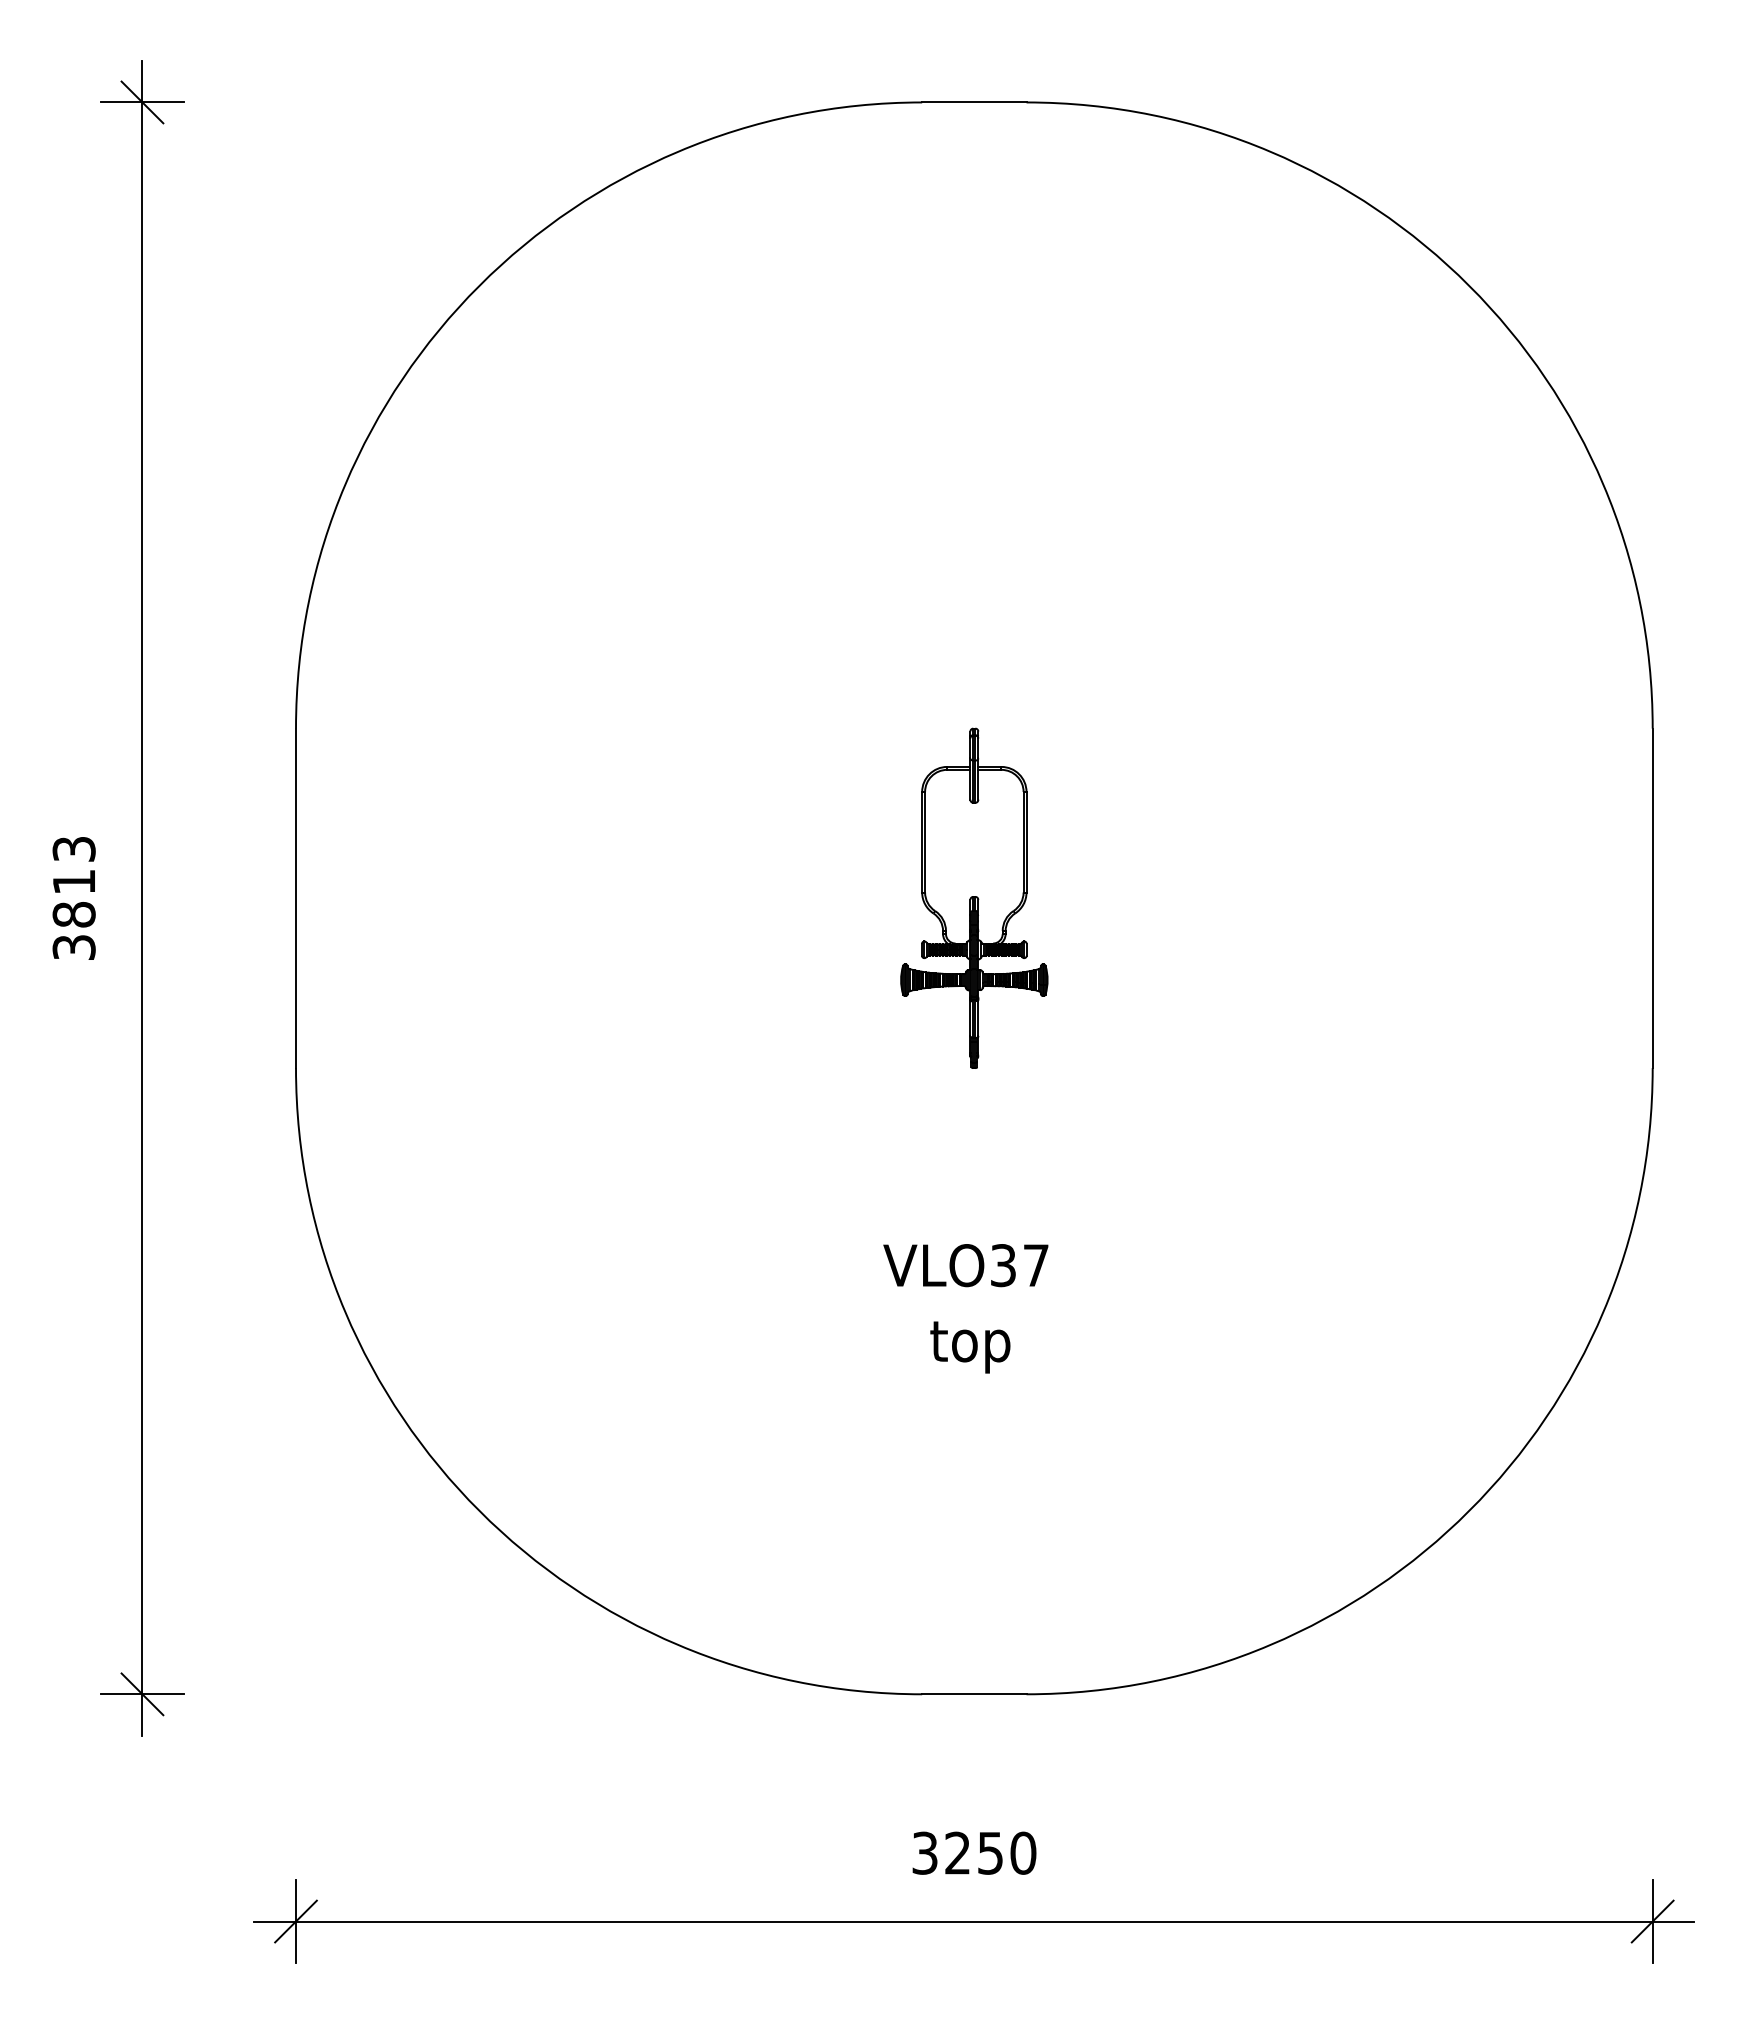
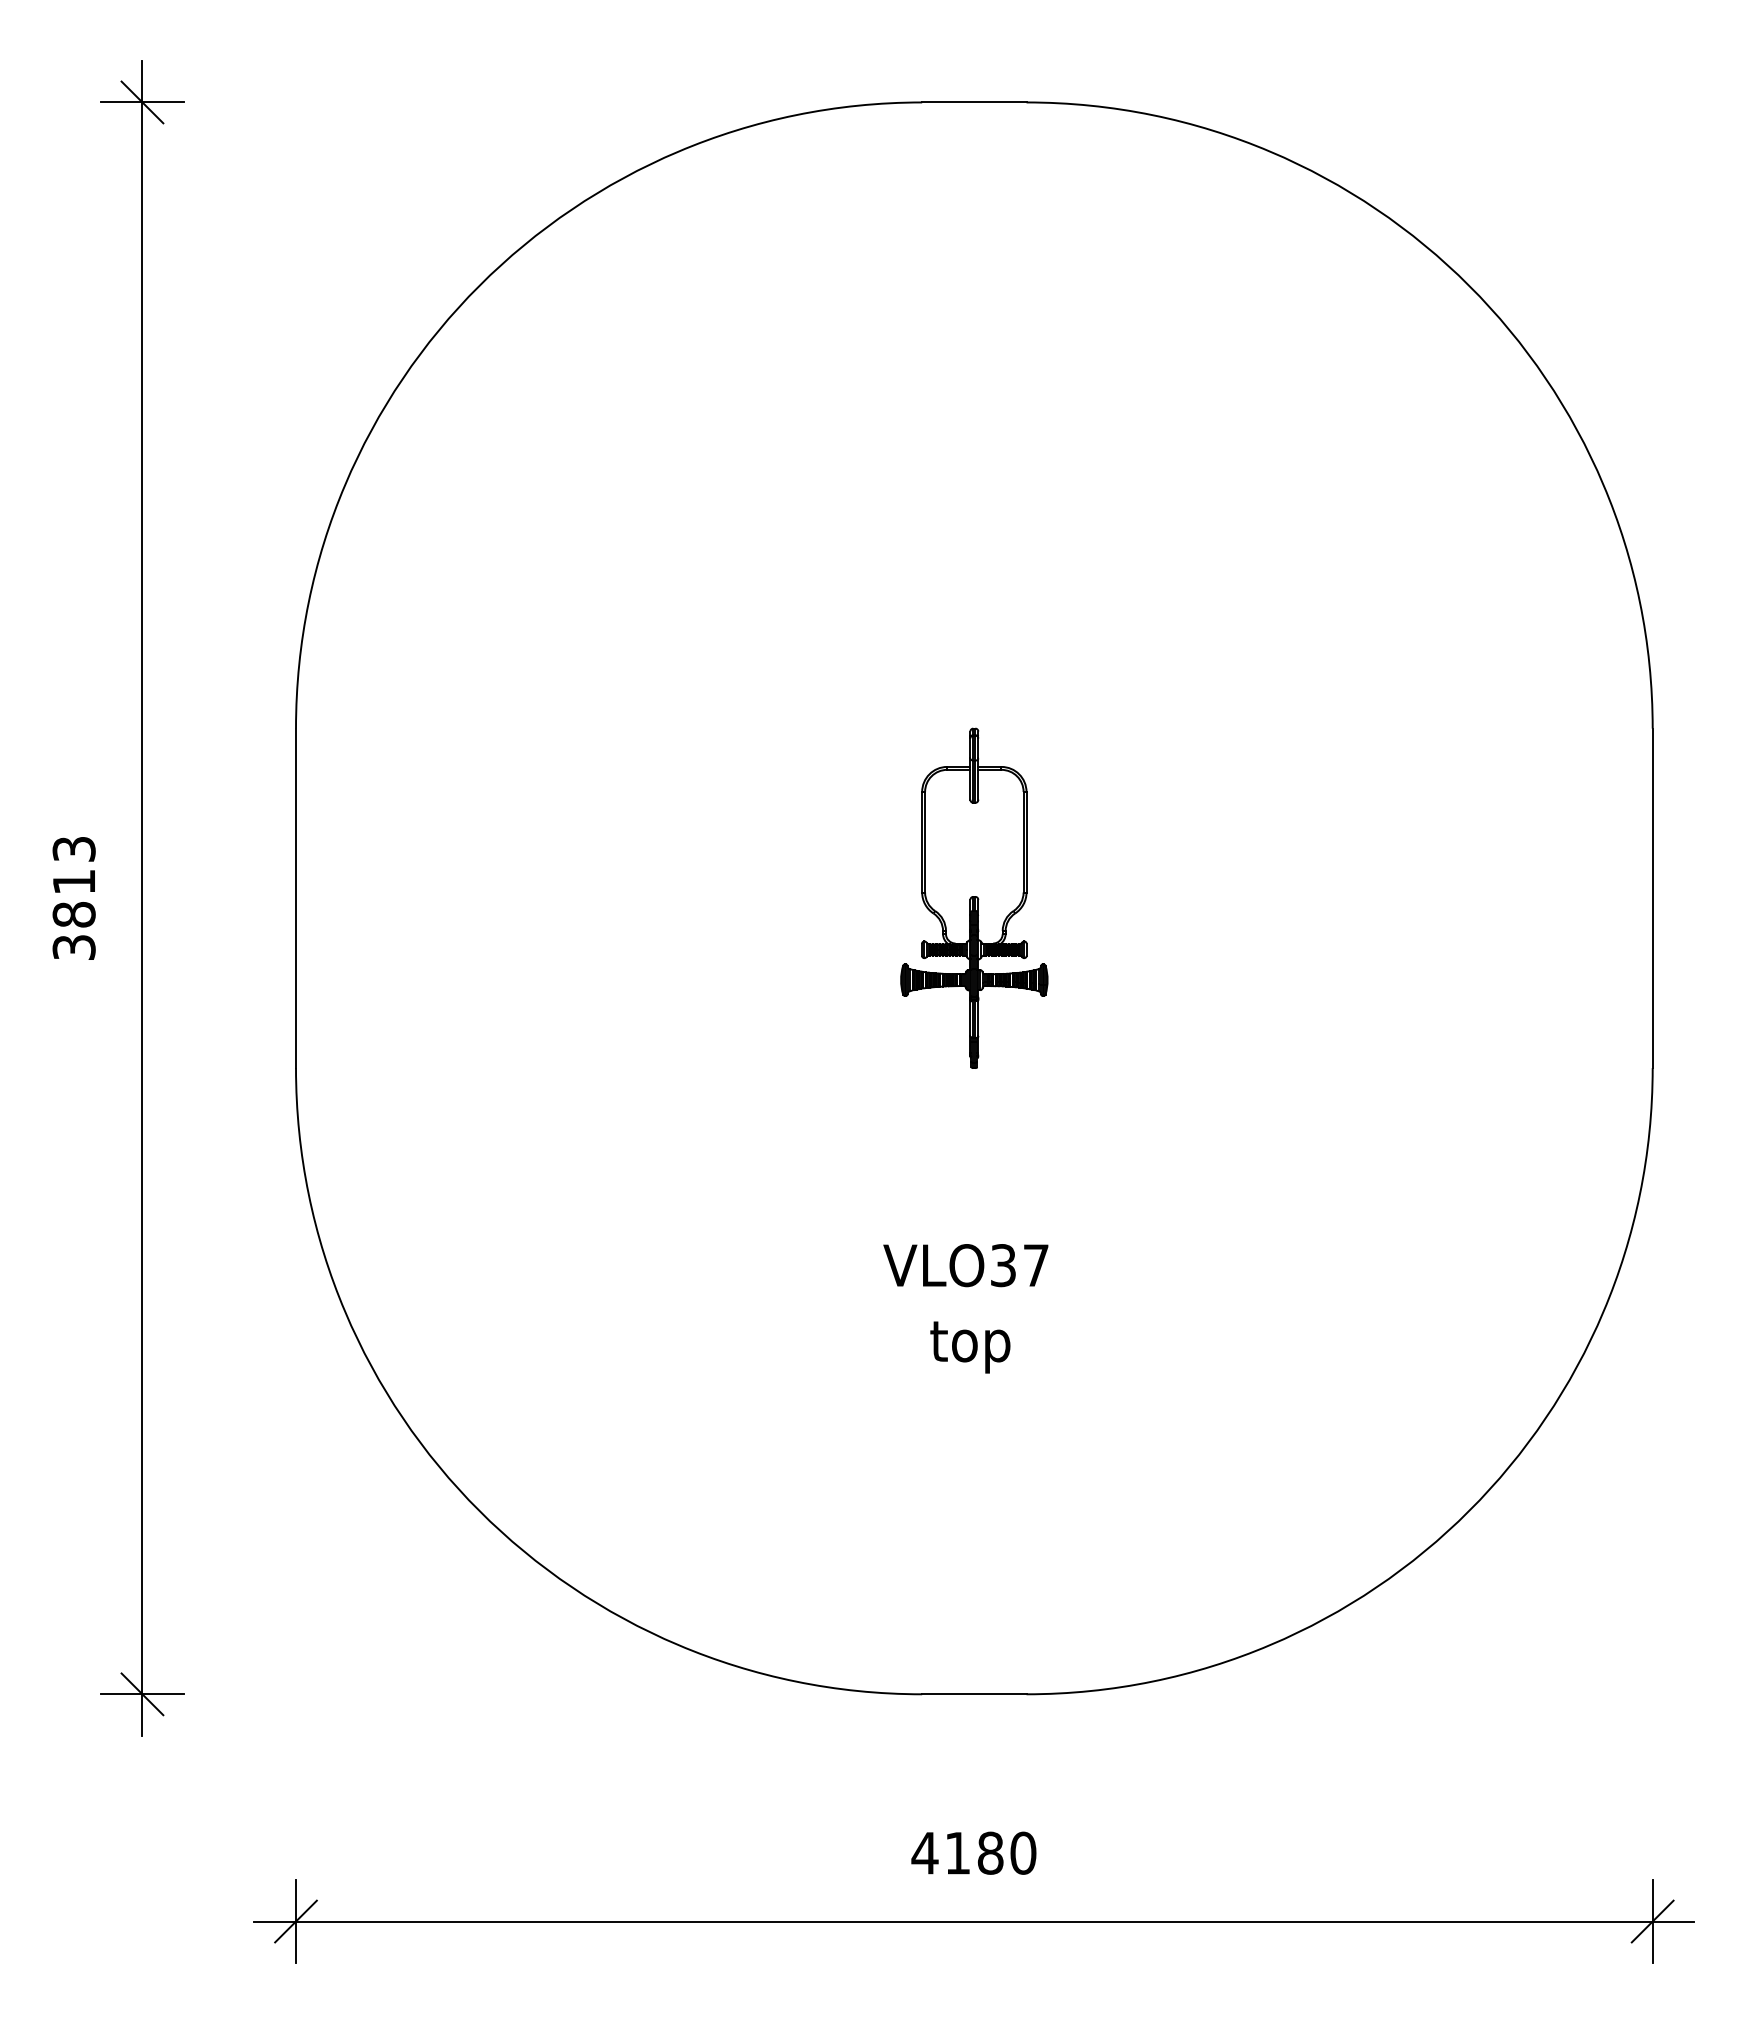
text at (957, 1852): 3250 -> 4180
